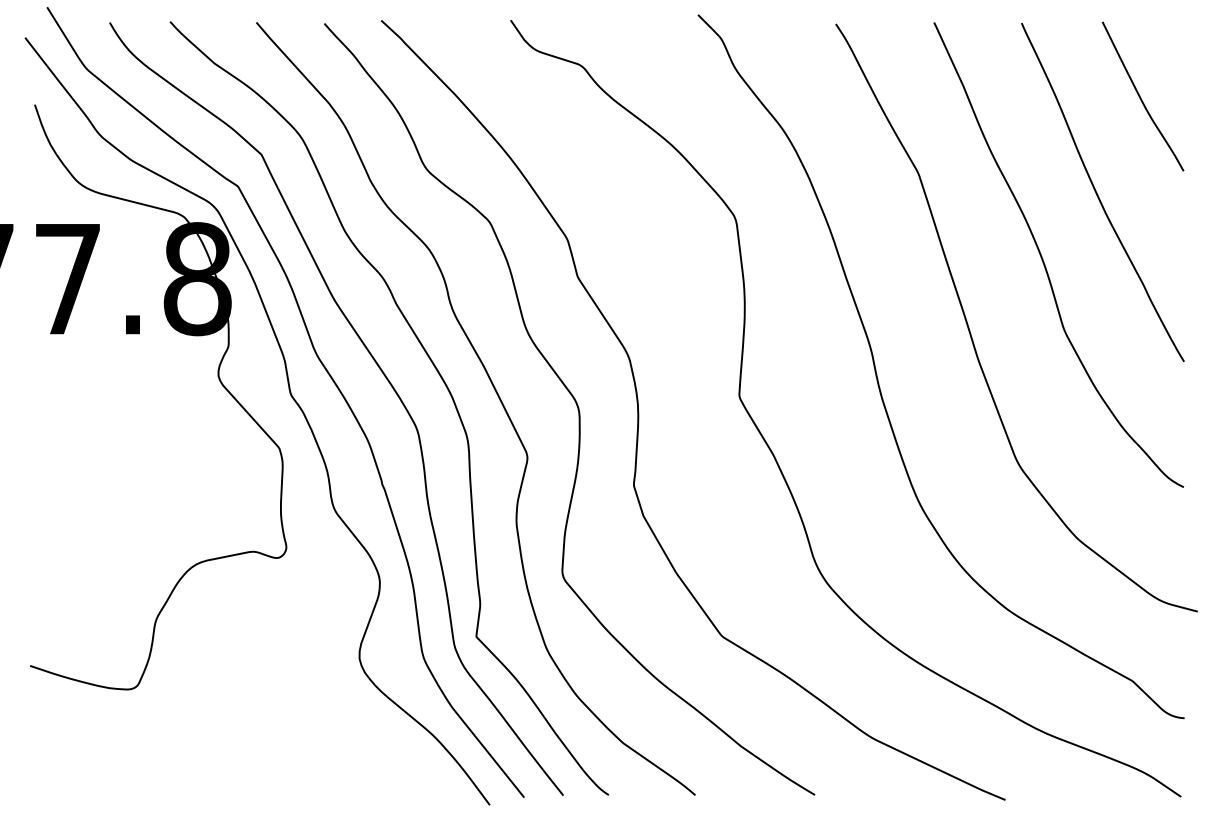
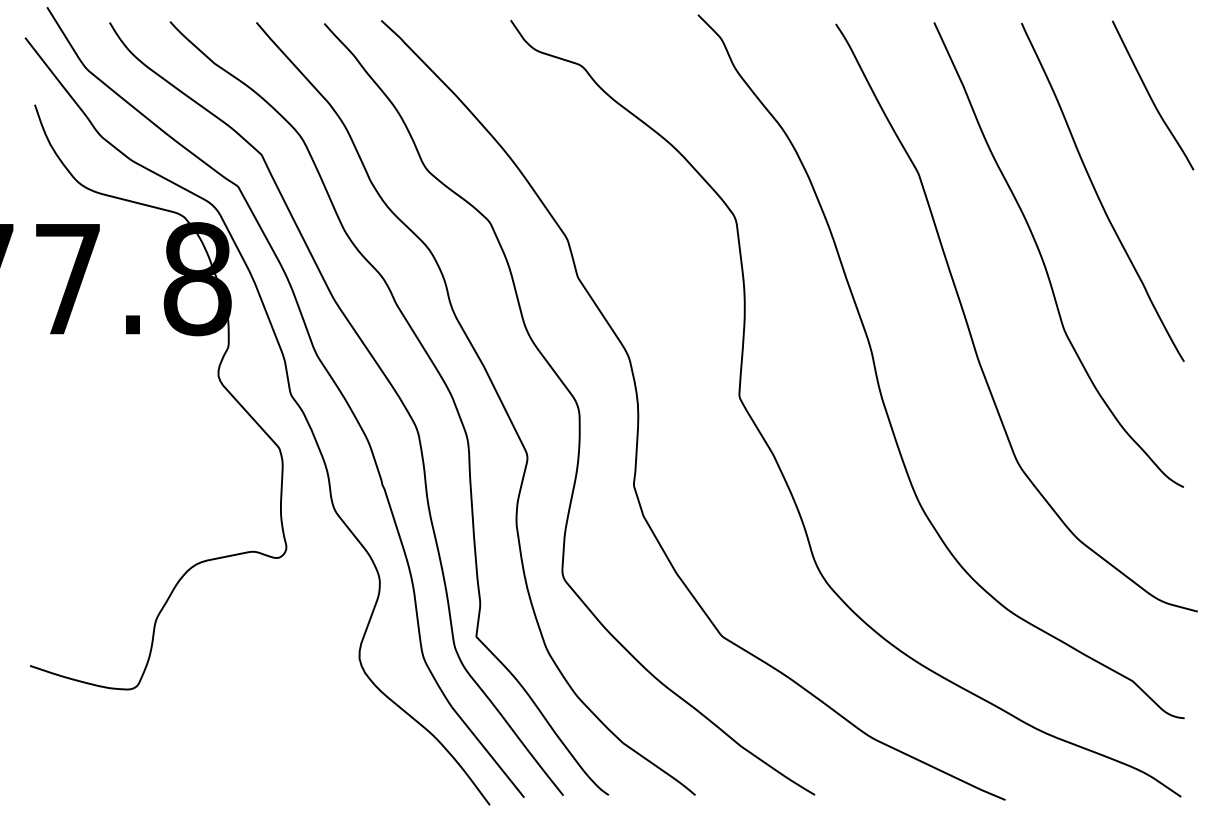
curve at (1141, 97) position: (1141, 97) -> (1151, 96)
